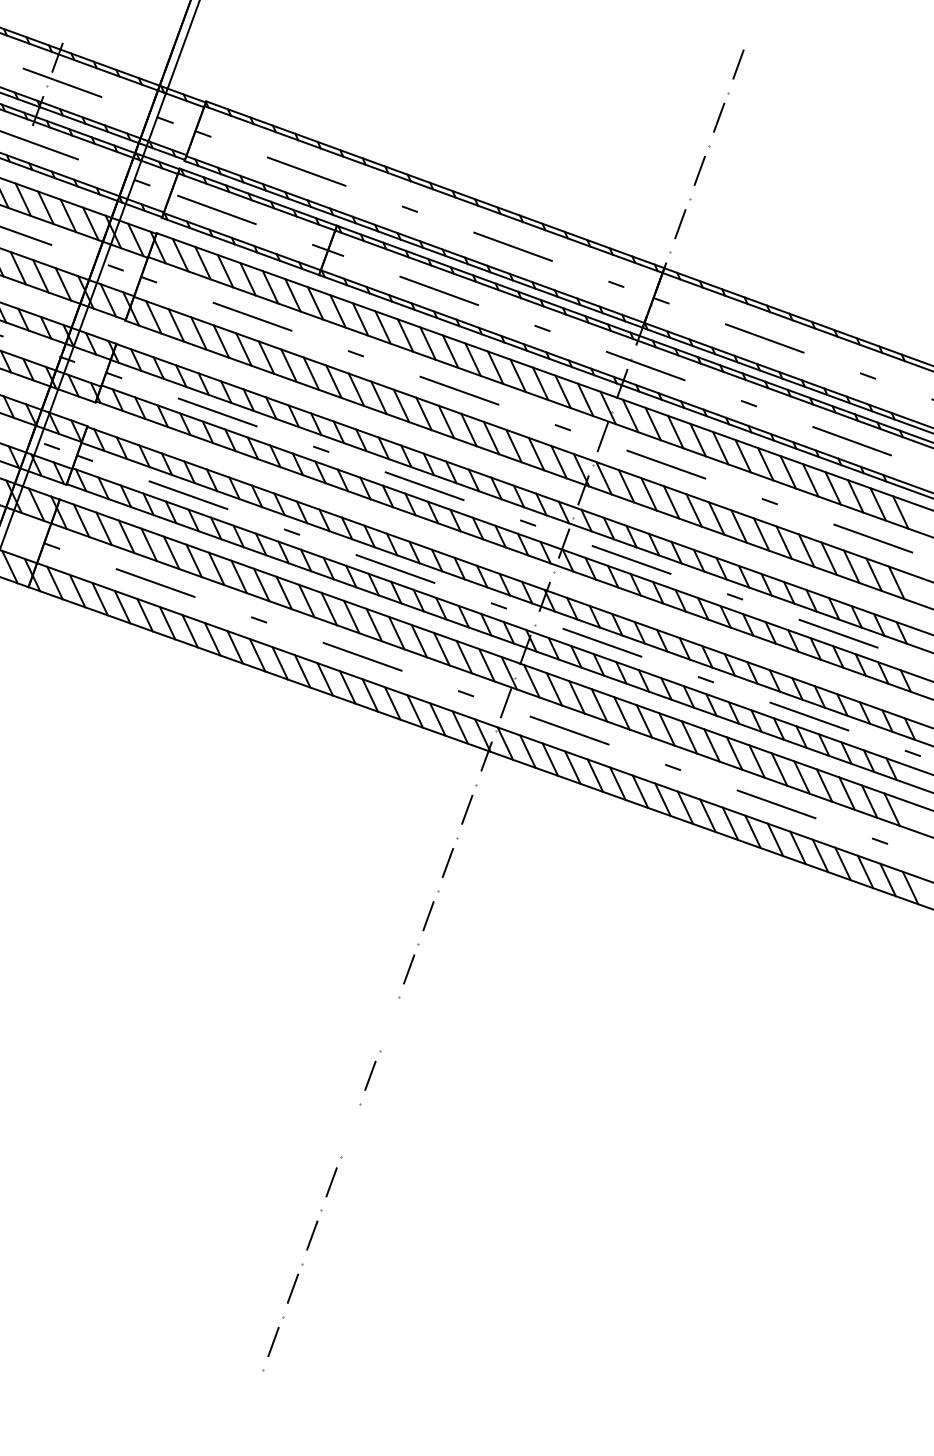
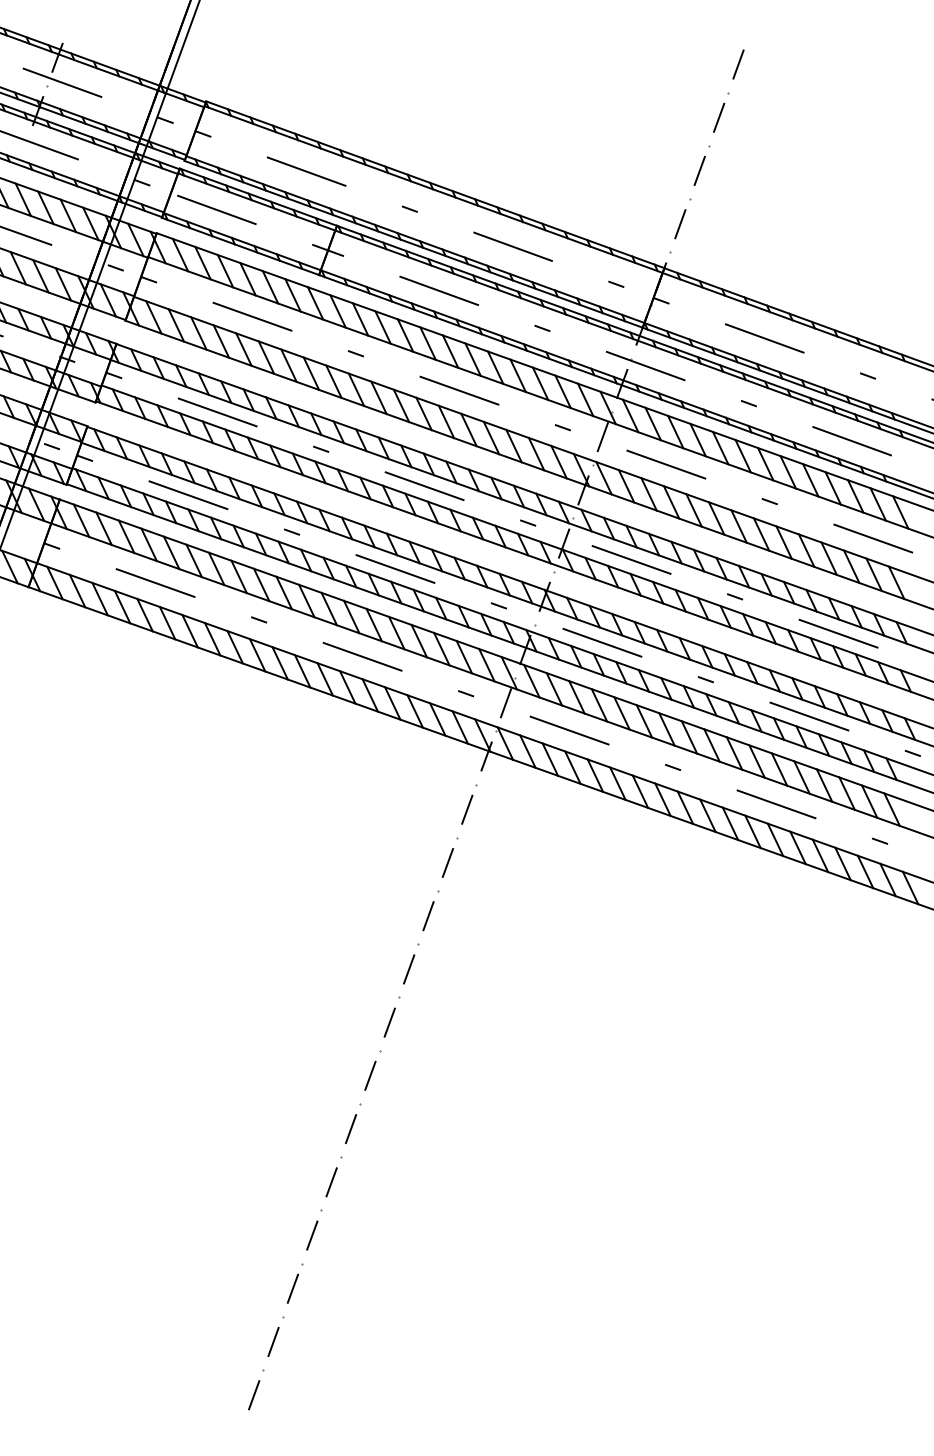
line at (389, 1022): none -> present
line at (350, 1129): none -> present
line at (254, 1395): none -> present
